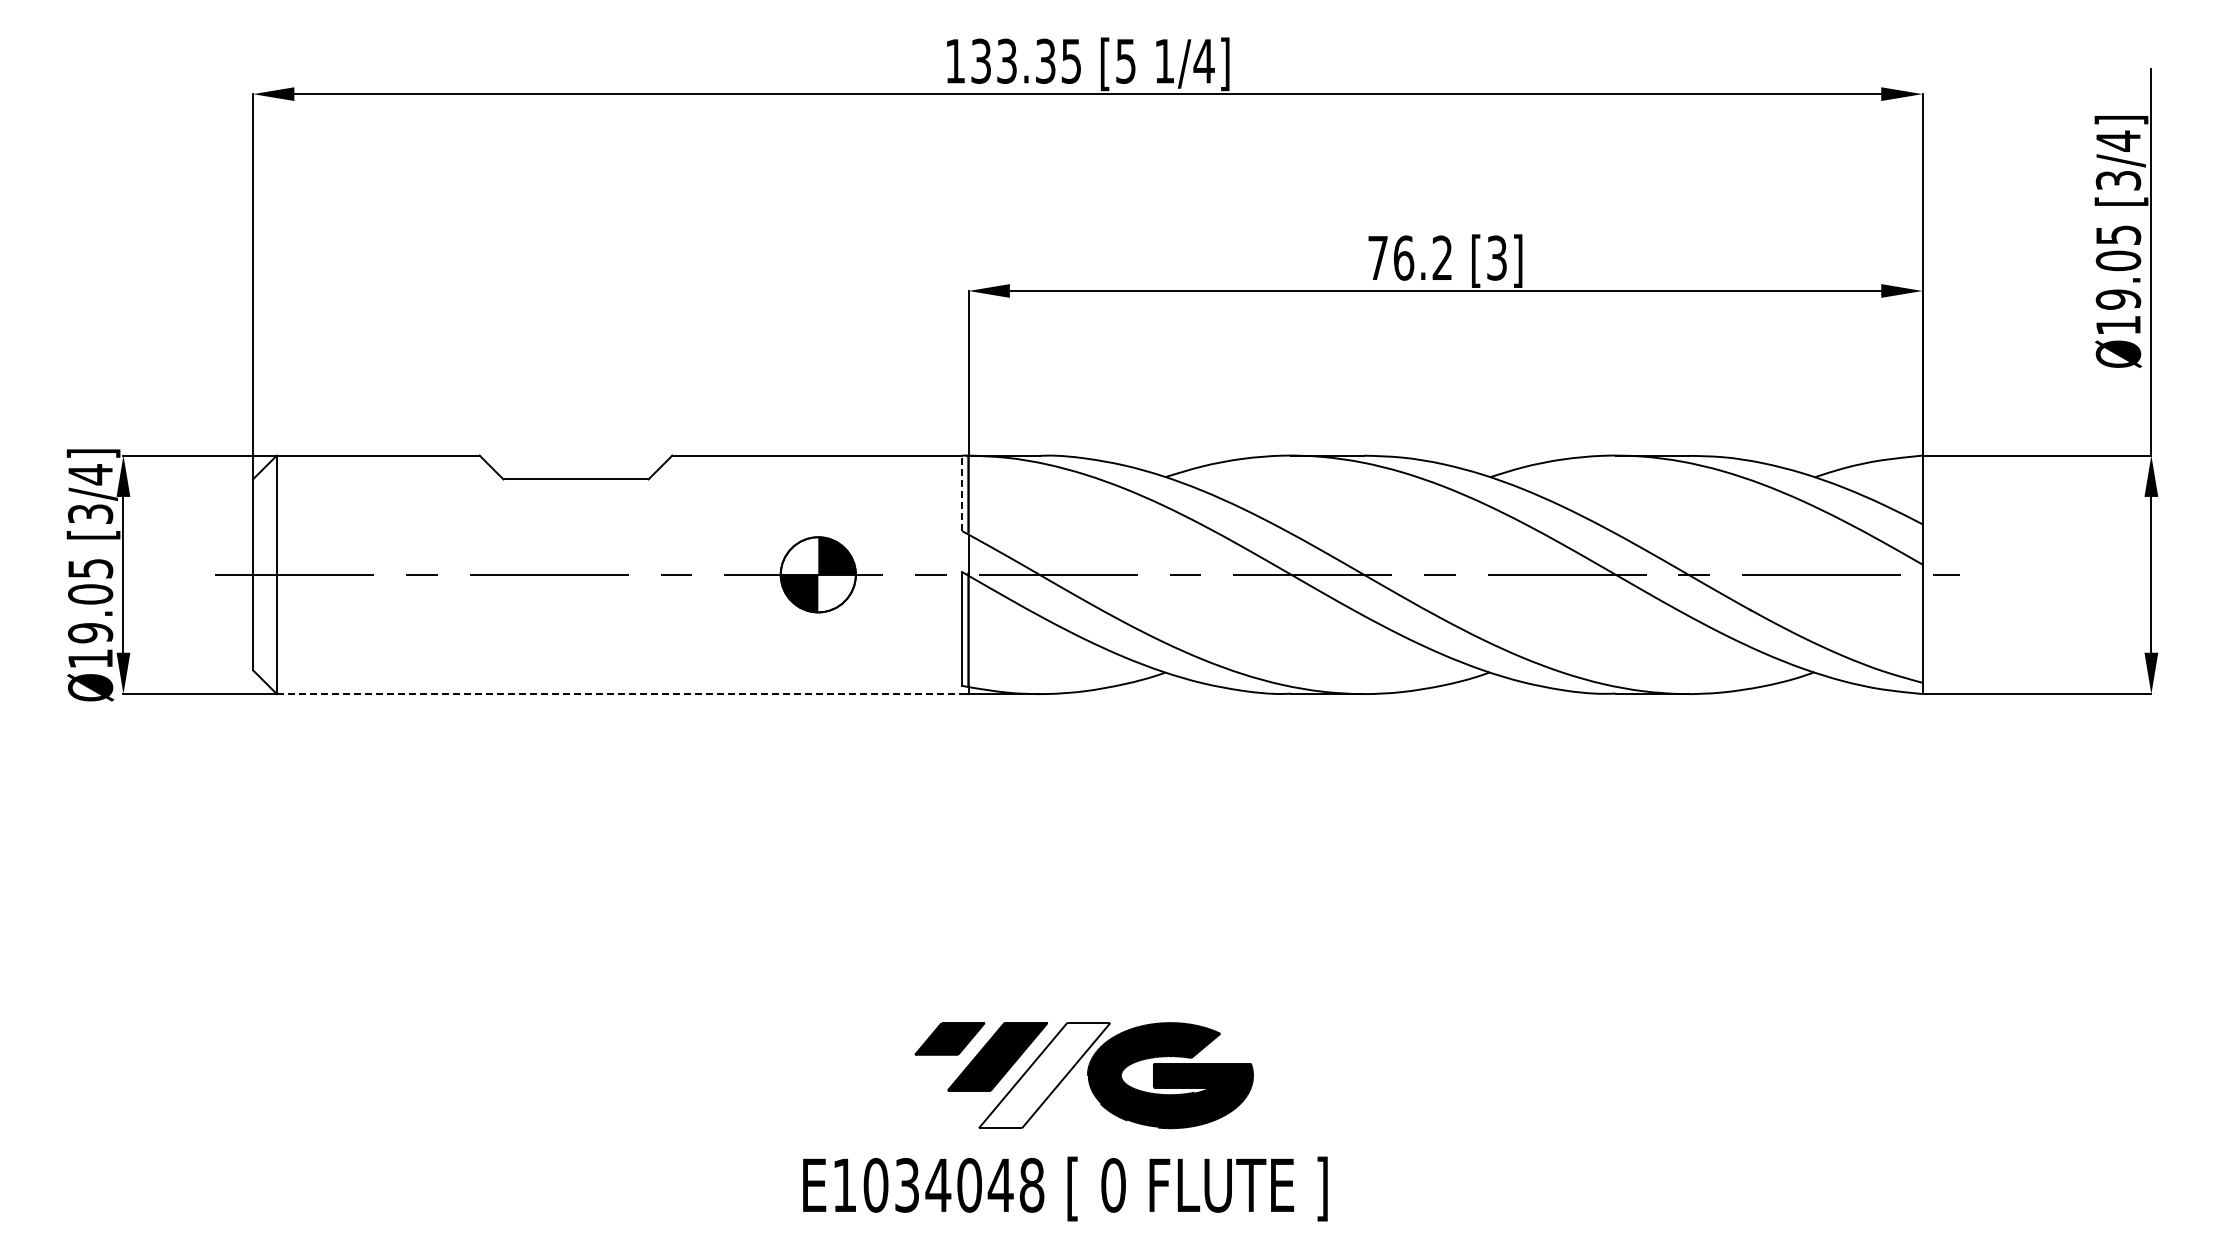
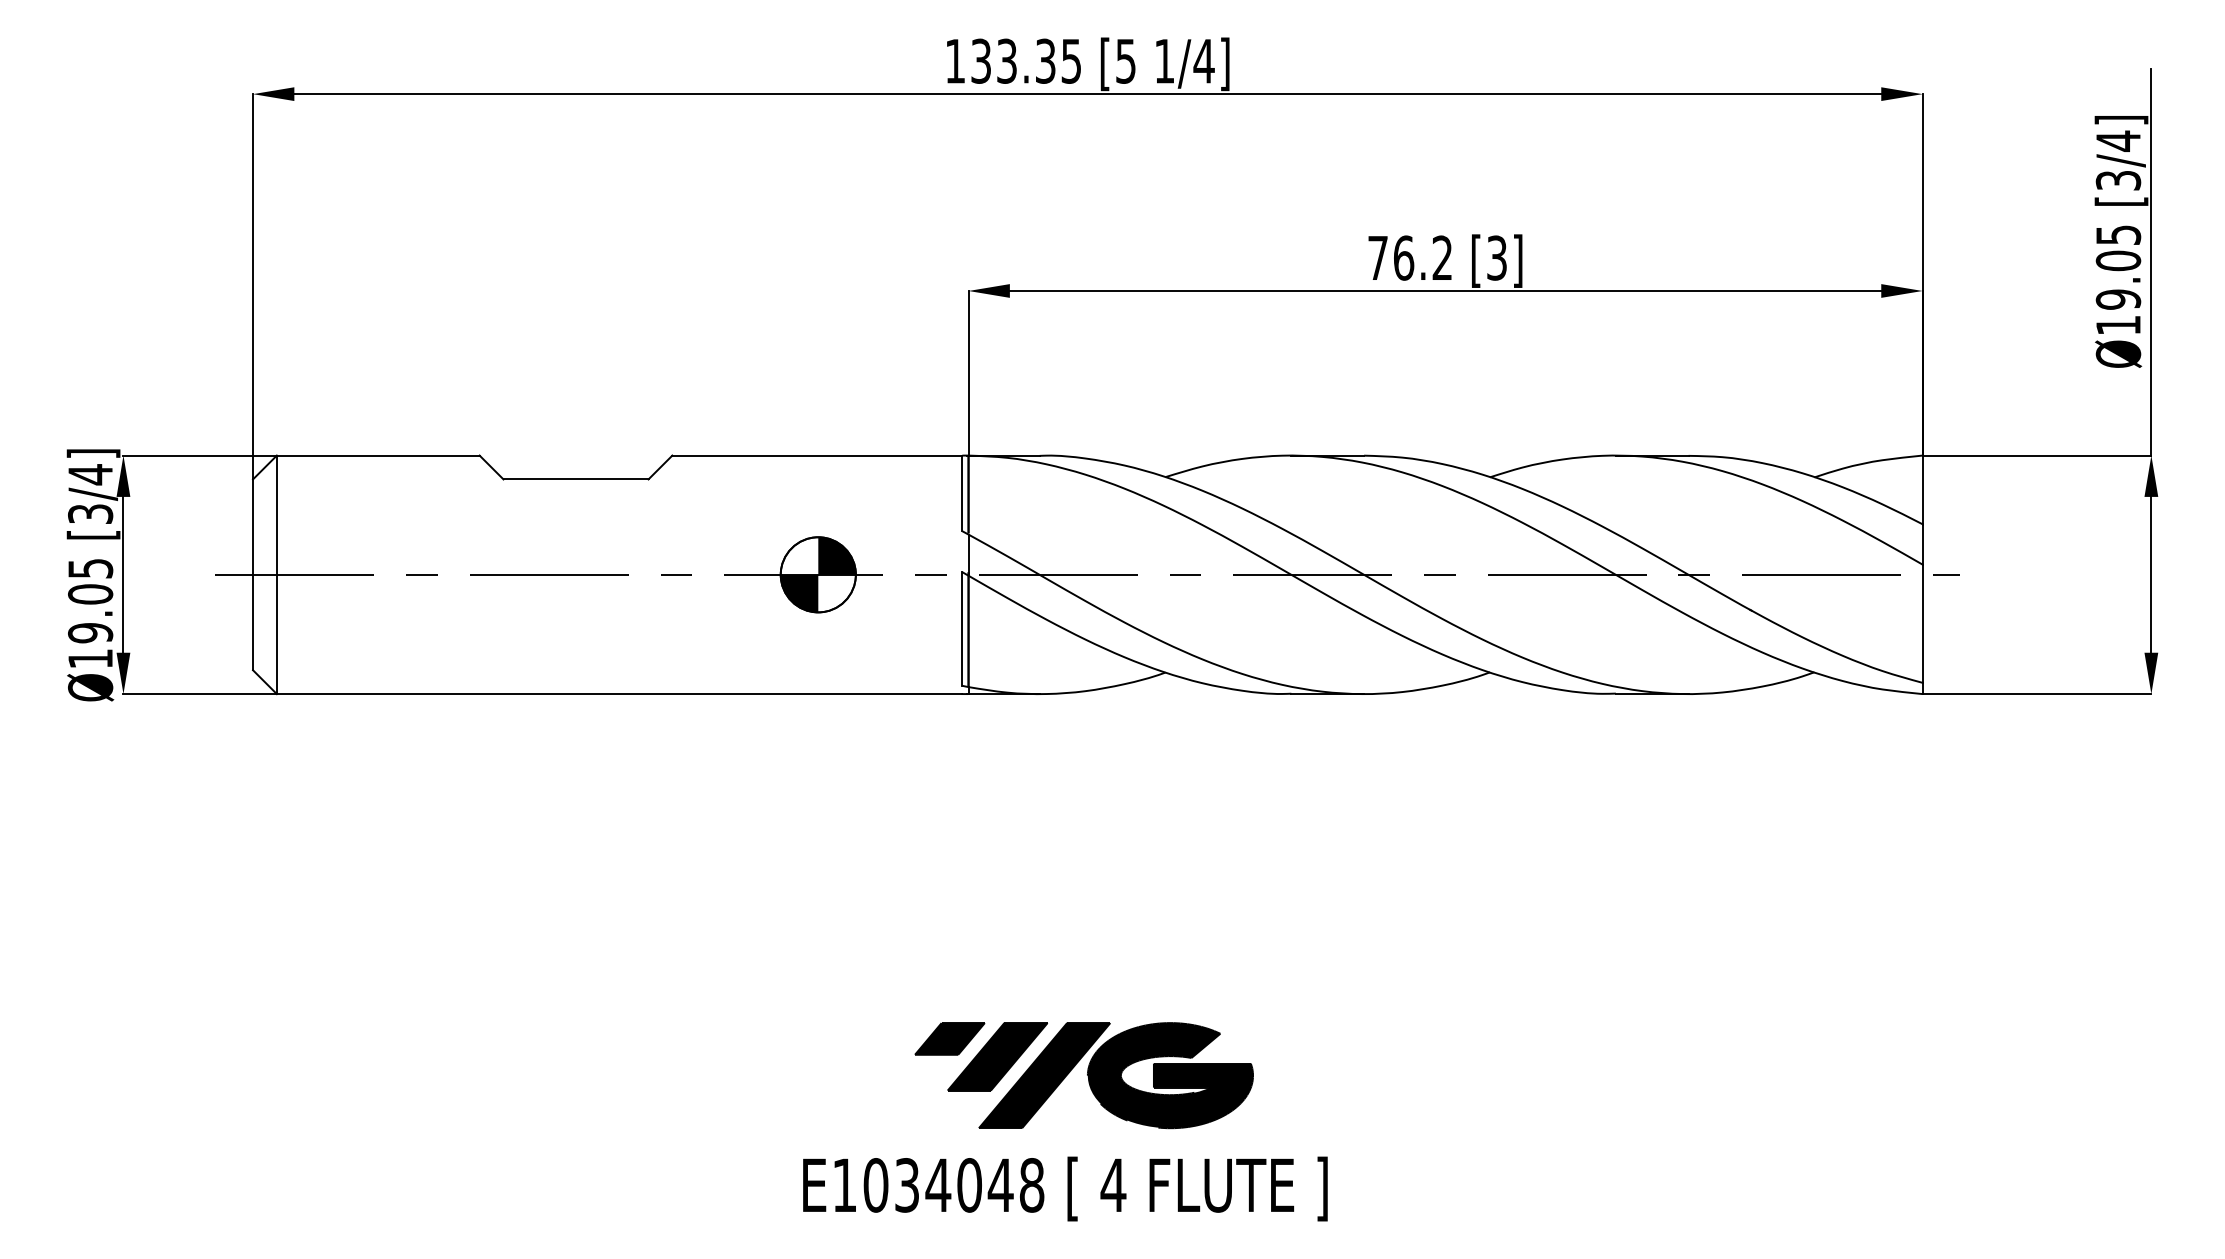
line at (962, 493): dashed -> solid
line at (619, 694): dashed -> solid
fill at (1044, 1075): none -> present
text at (1113, 1185): 0 -> 4
